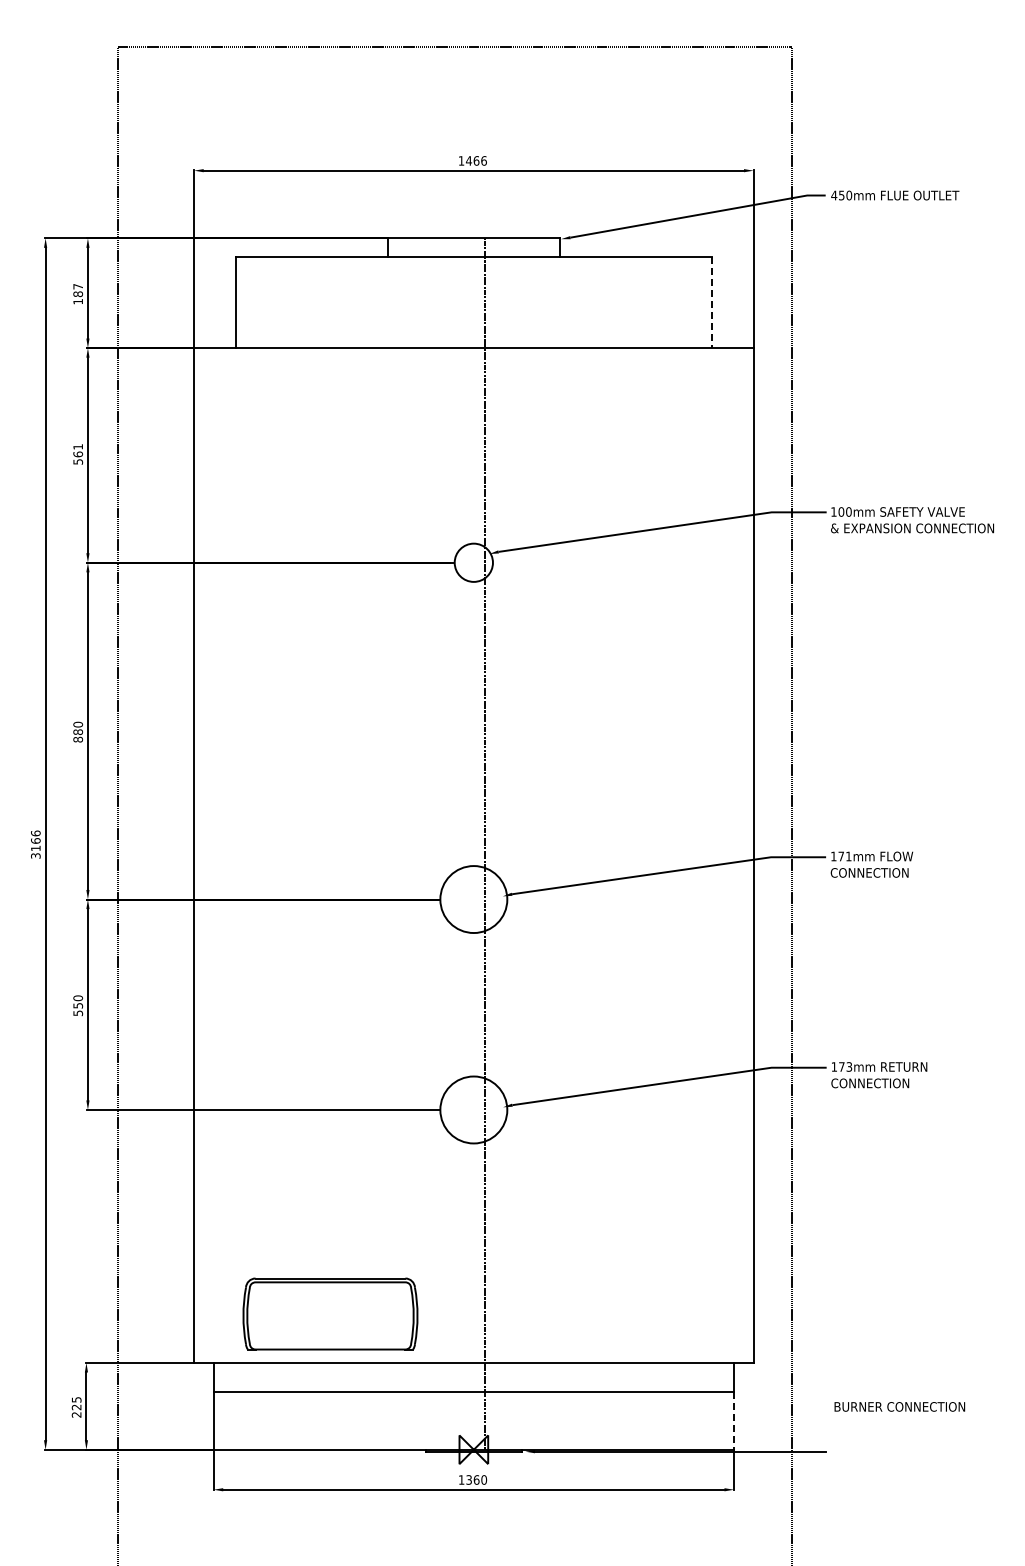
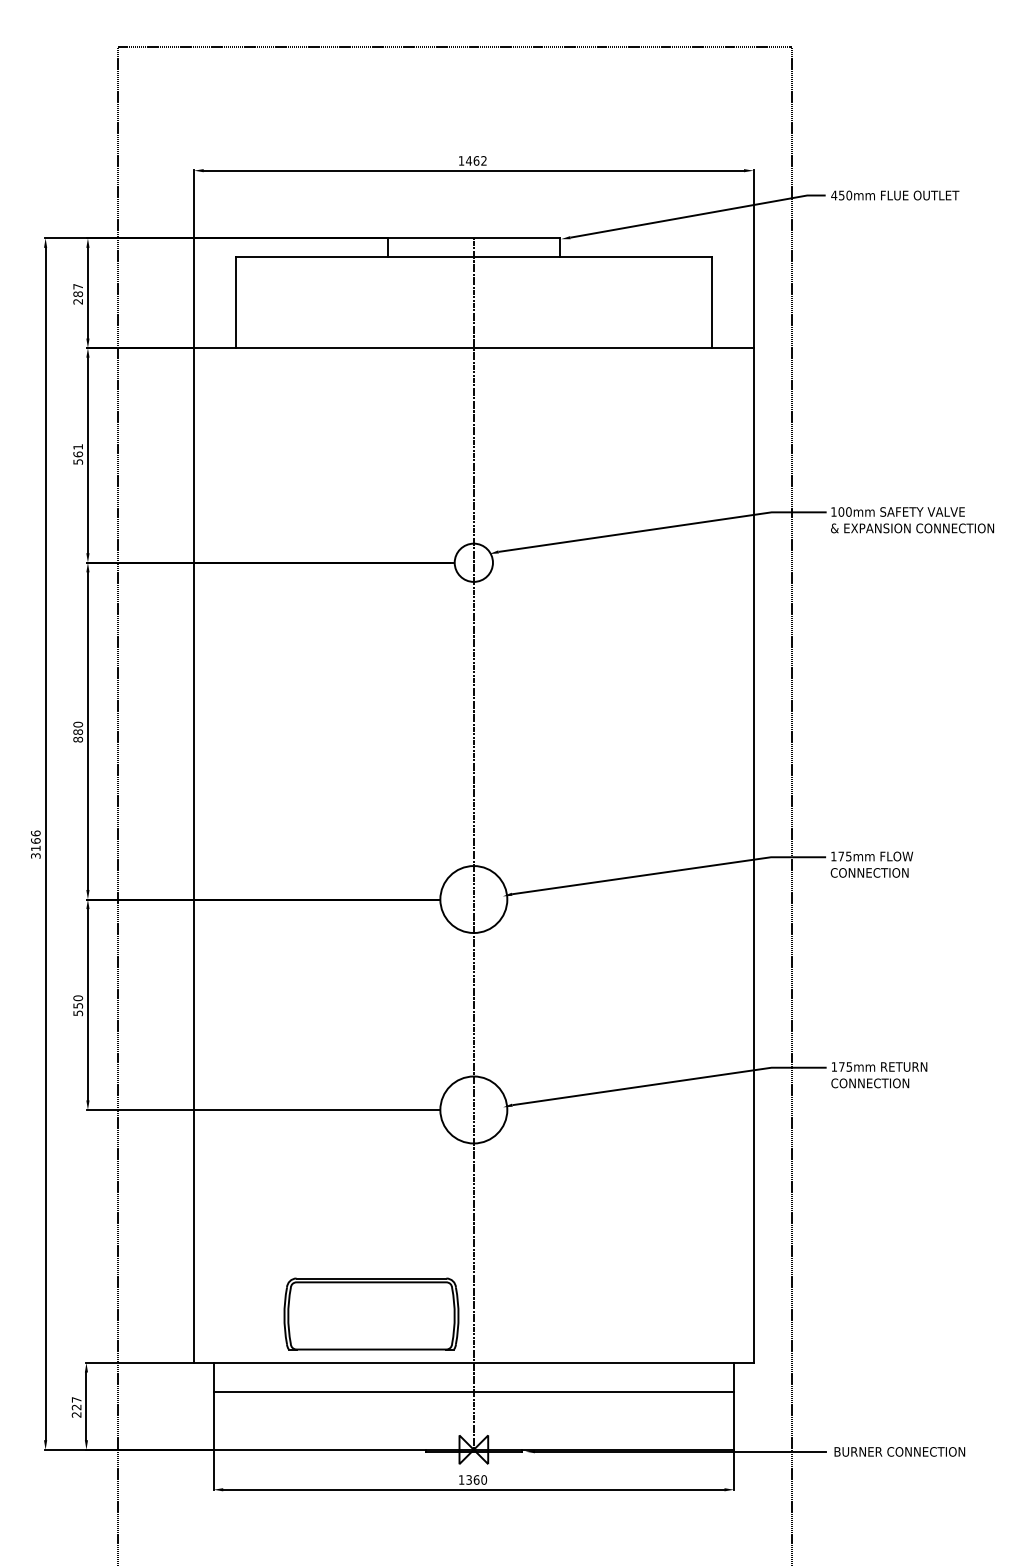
text at (483, 160): 1466 -> 1462
text at (77, 301): 187 -> 287
line at (711, 303): dashed -> solid
line at (484, 843) position: (484, 843) -> (473, 843)
text at (848, 856): 171mm -> 175mm
text at (849, 1066): 173mm -> 175mm
part at (330, 1313) position: (330, 1313) -> (371, 1313)
text at (76, 1399): 225 -> 227
text at (899, 1406) position: (899, 1406) -> (899, 1451)
line at (734, 1421): dashed -> solid
